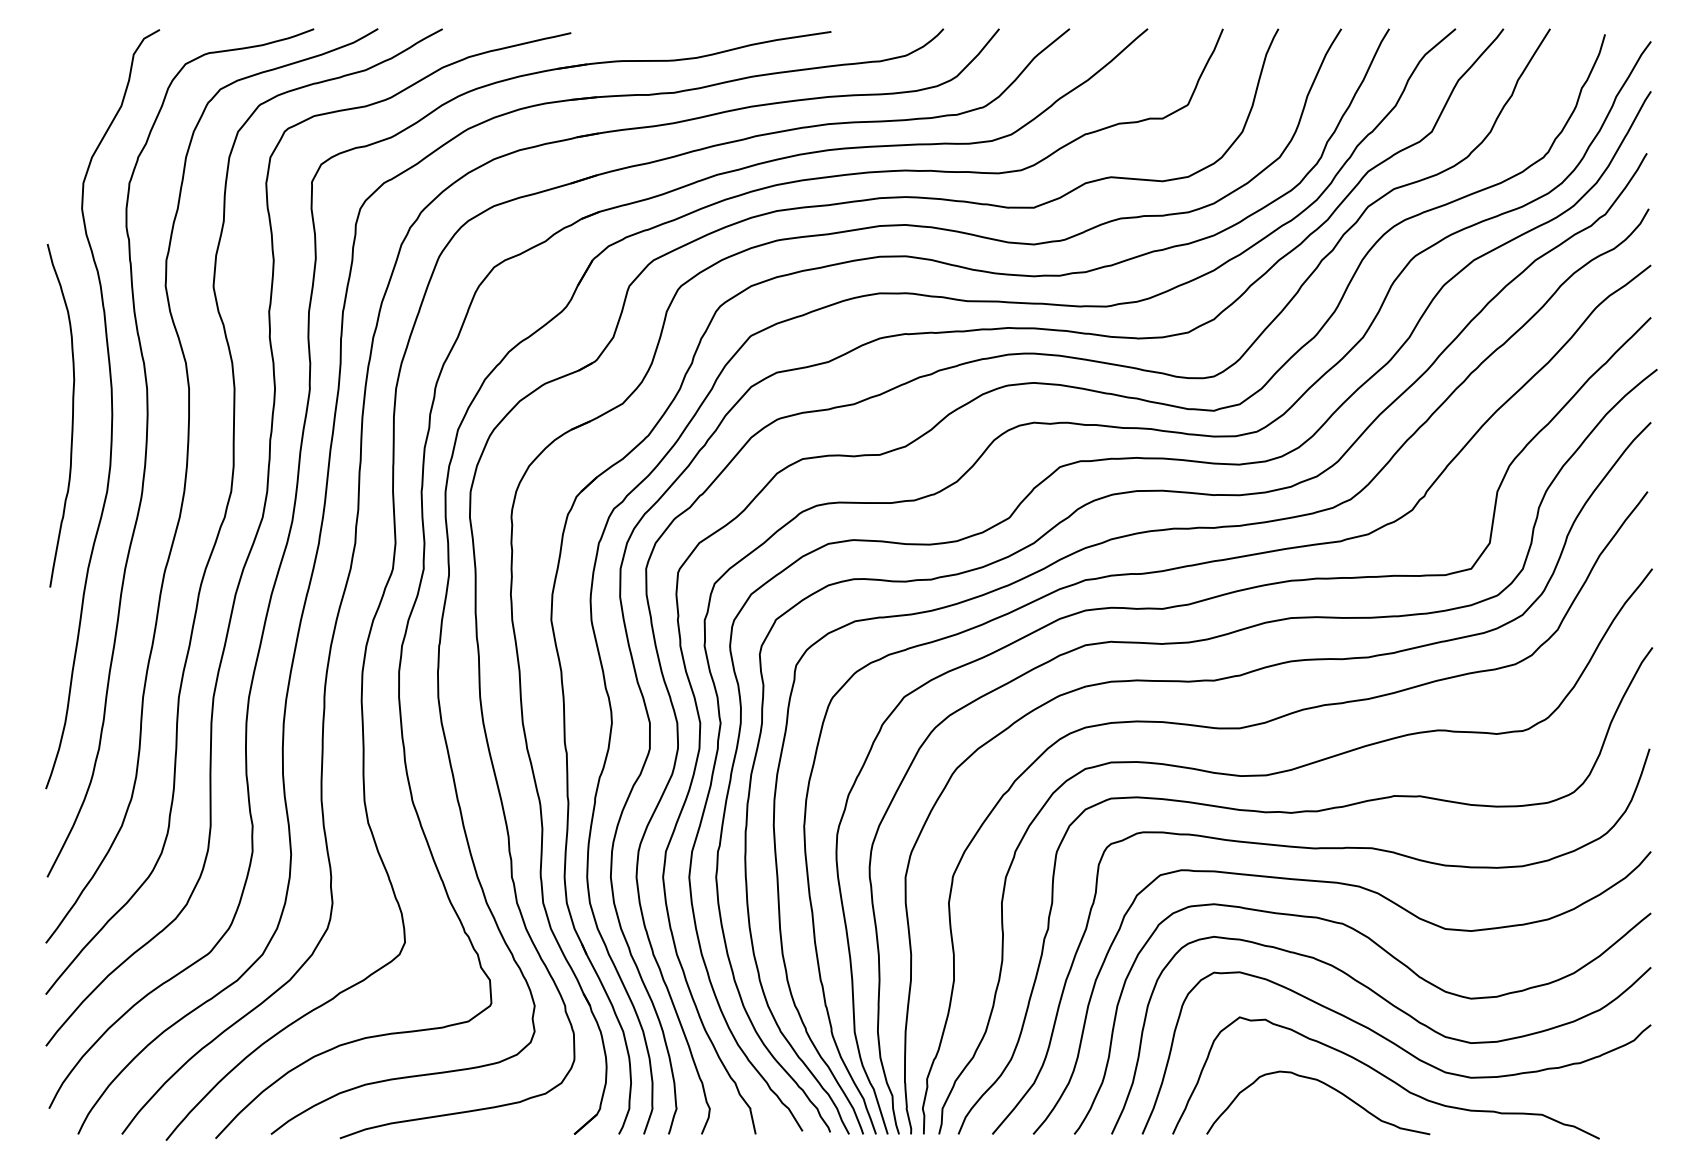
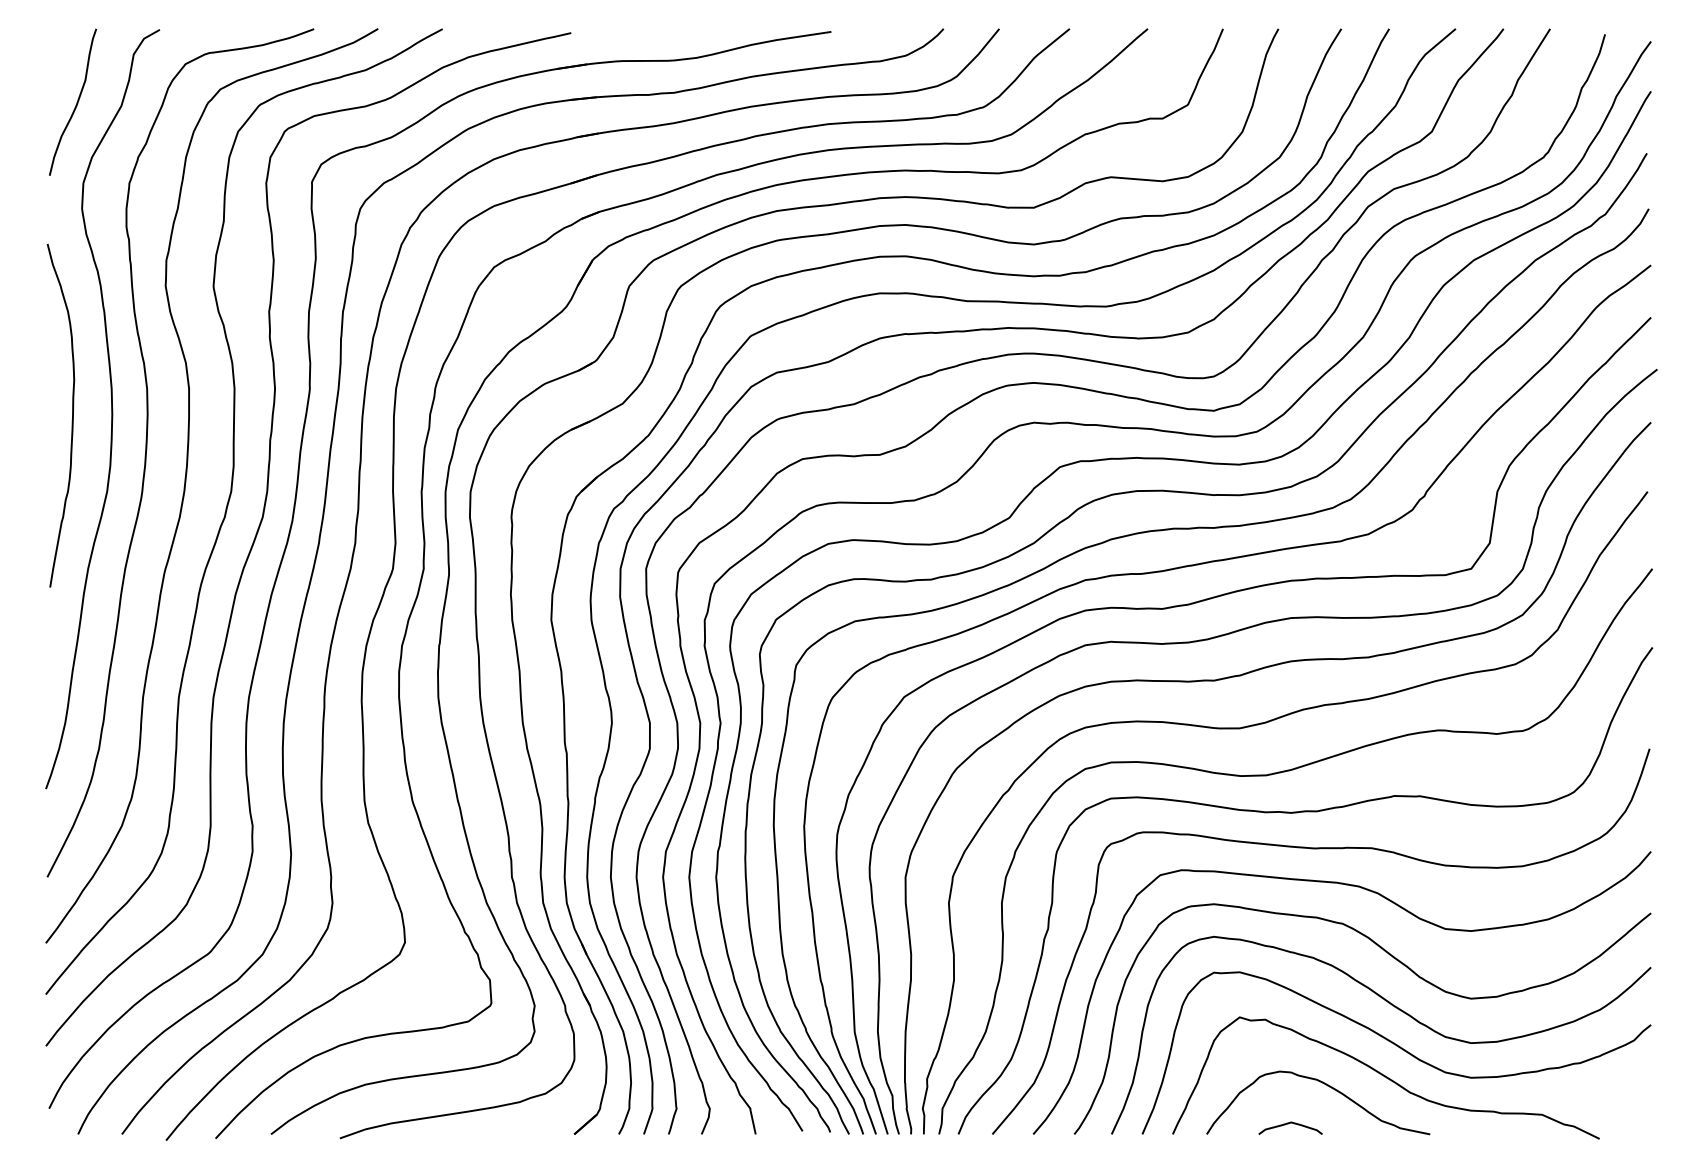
curve at (76, 102): none -> present
curve at (1288, 1124): none -> present
